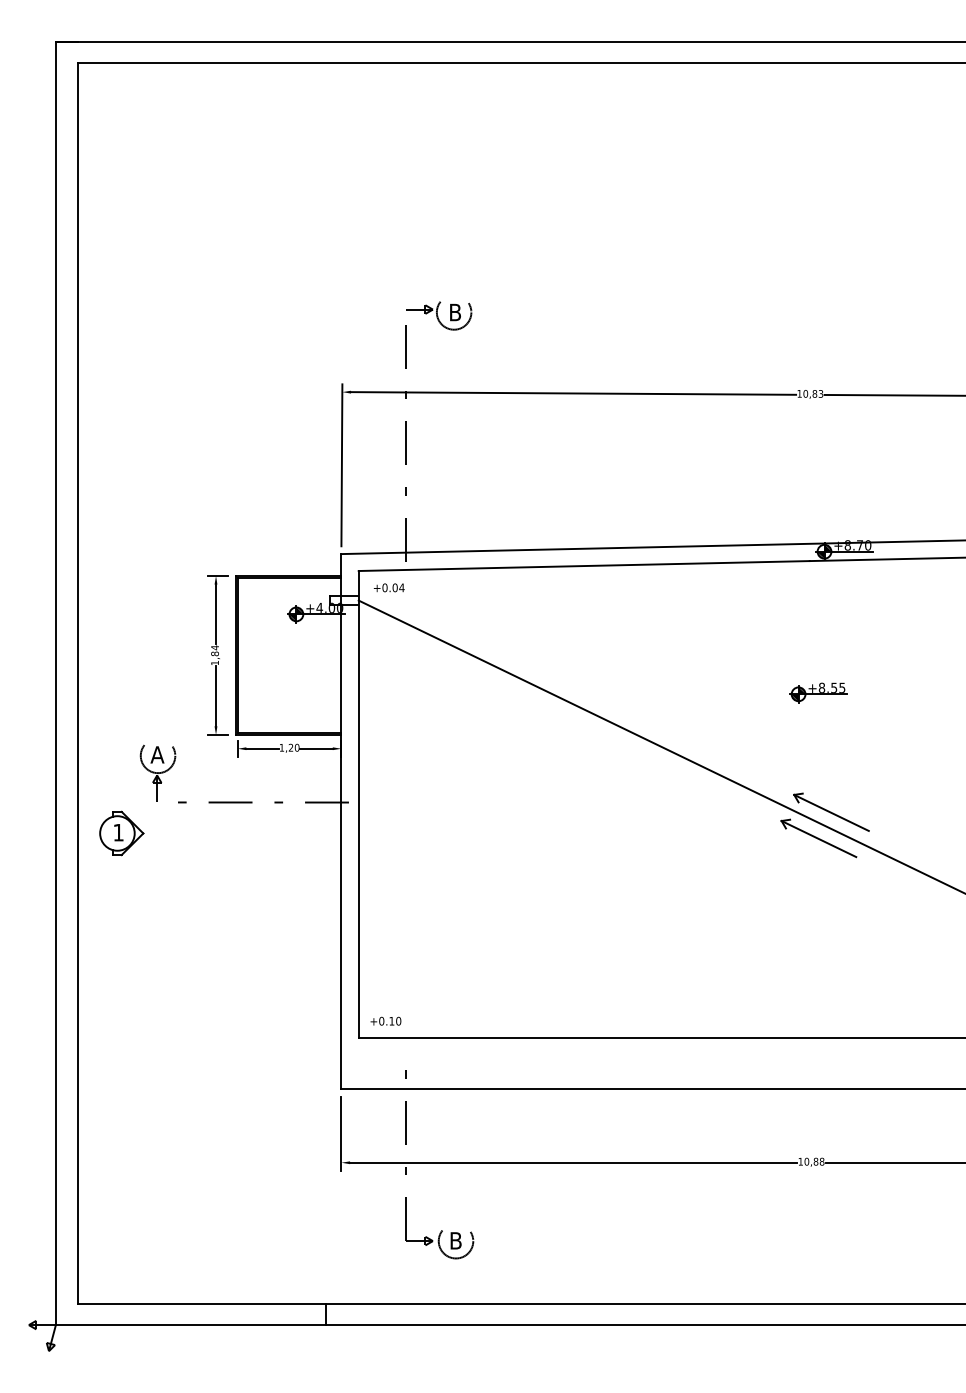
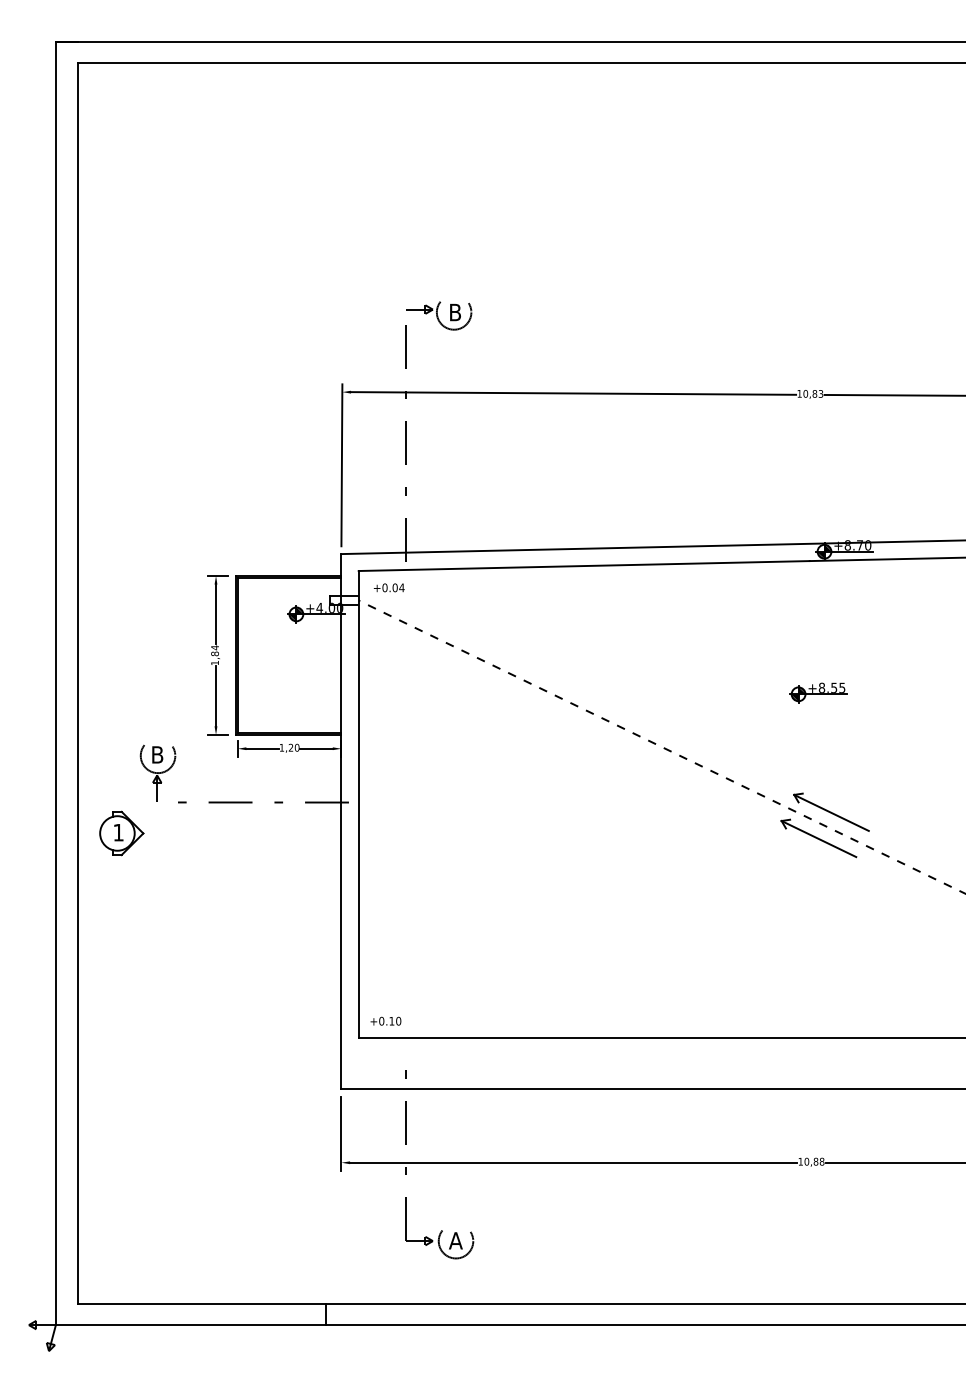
line at (661, 747): solid -> dashed
text at (157, 754): A -> B
text at (455, 1240): B -> A
